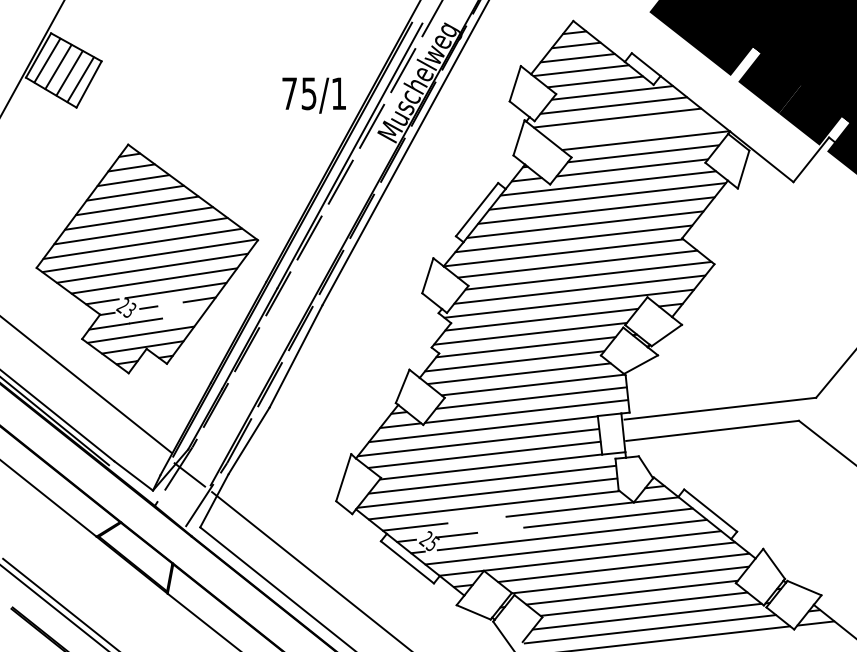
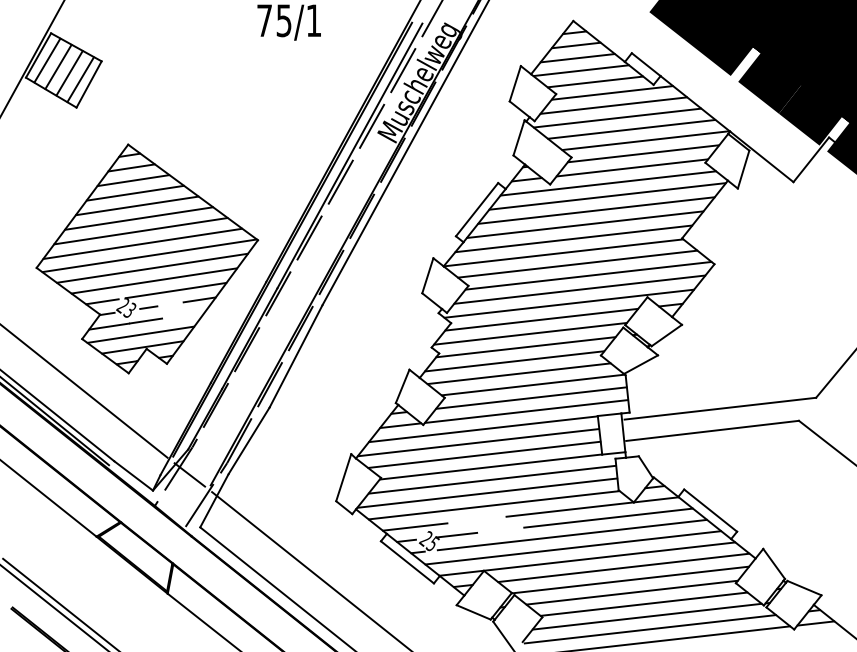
text at (313, 95) position: (313, 95) -> (288, 22)
line at (631, 129): none -> present
line at (86, 384) position: (86, 384) -> (84, 391)
